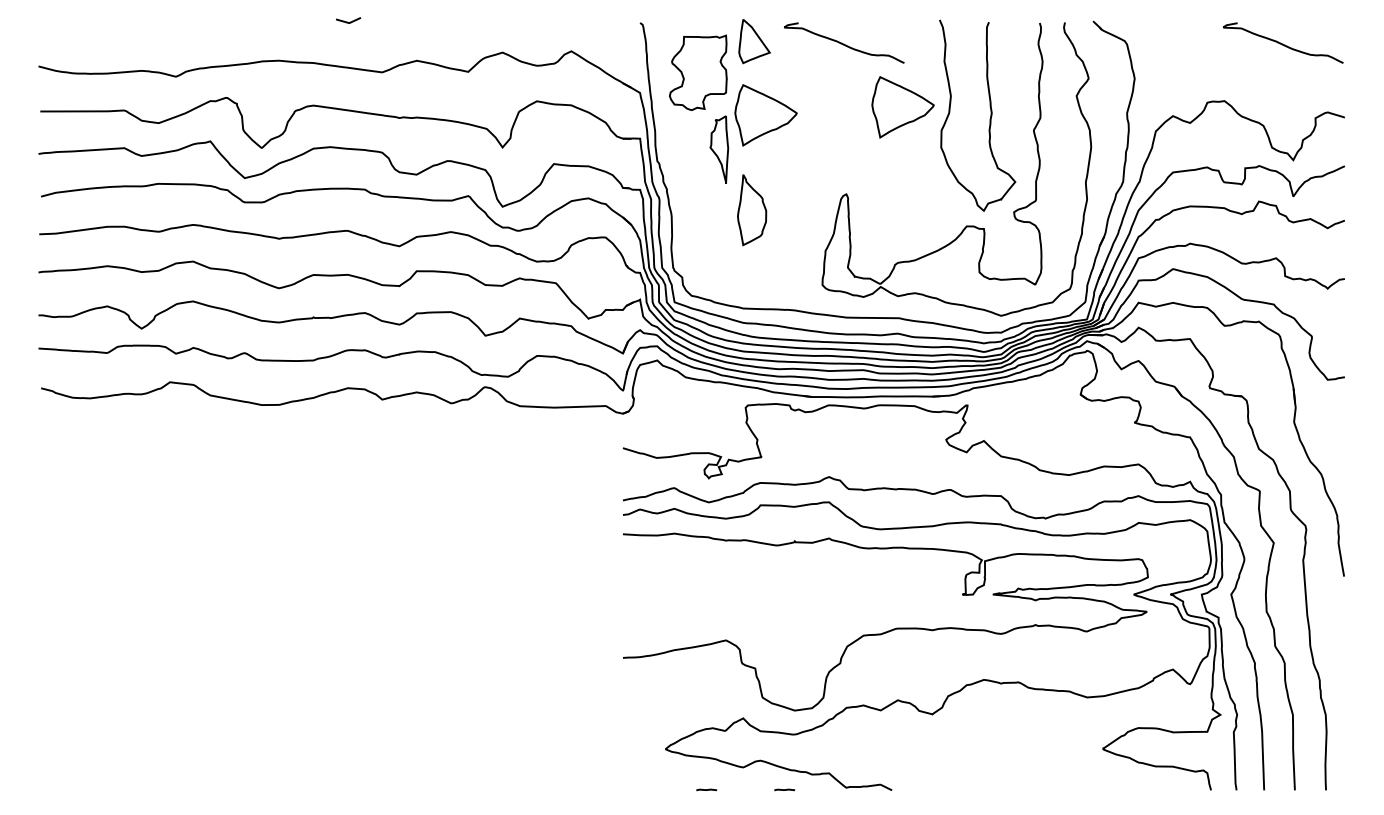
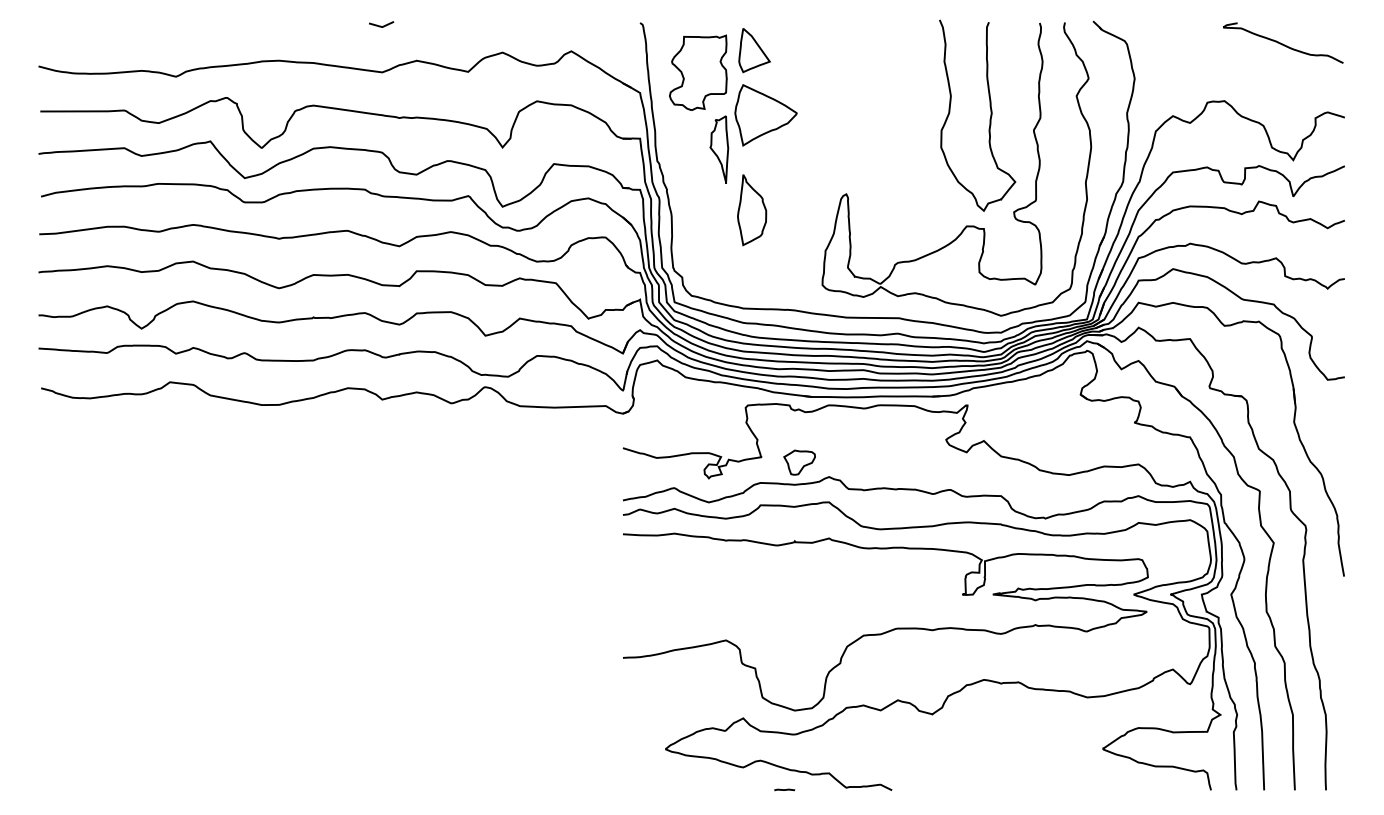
line at (347, 21) position: (347, 21) -> (380, 25)
part at (754, 41) position: (754, 41) -> (754, 50)
curve at (844, 43): present -> none
part at (902, 107): present -> none
part at (799, 462): none -> present
curve at (706, 789): present -> none
